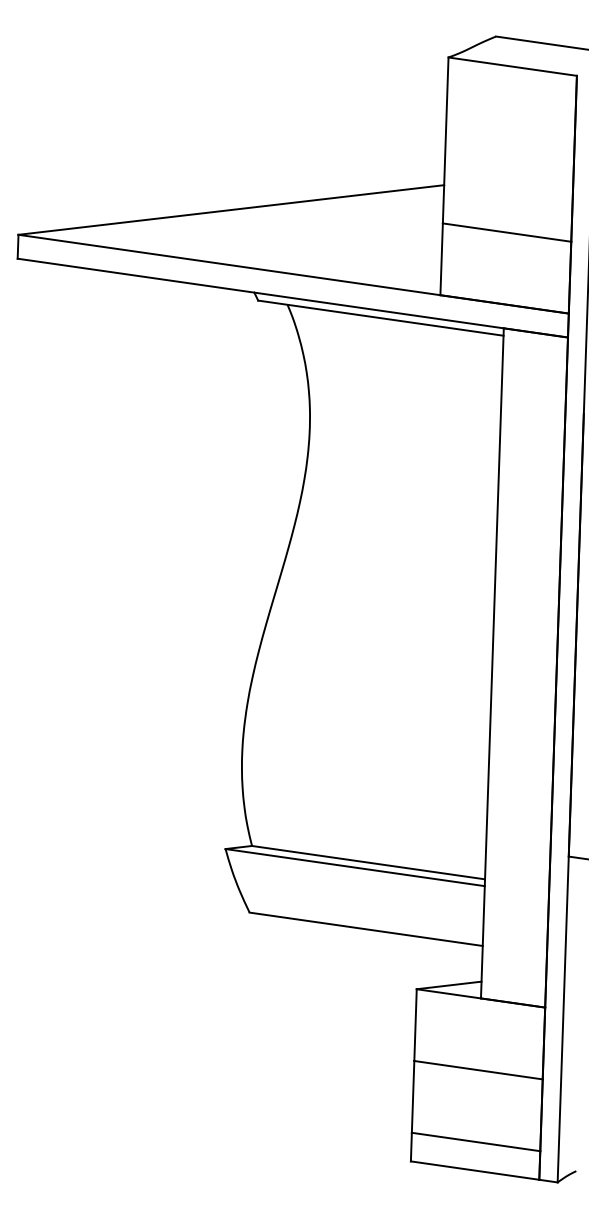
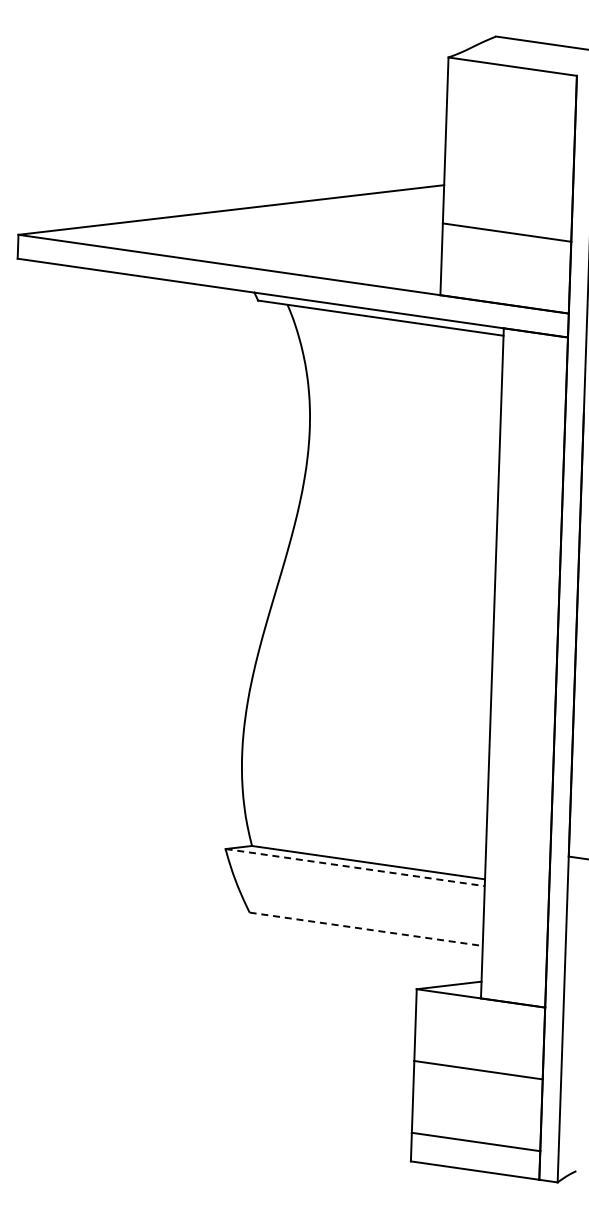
line at (355, 867): solid -> dashed
line at (366, 929): solid -> dashed
